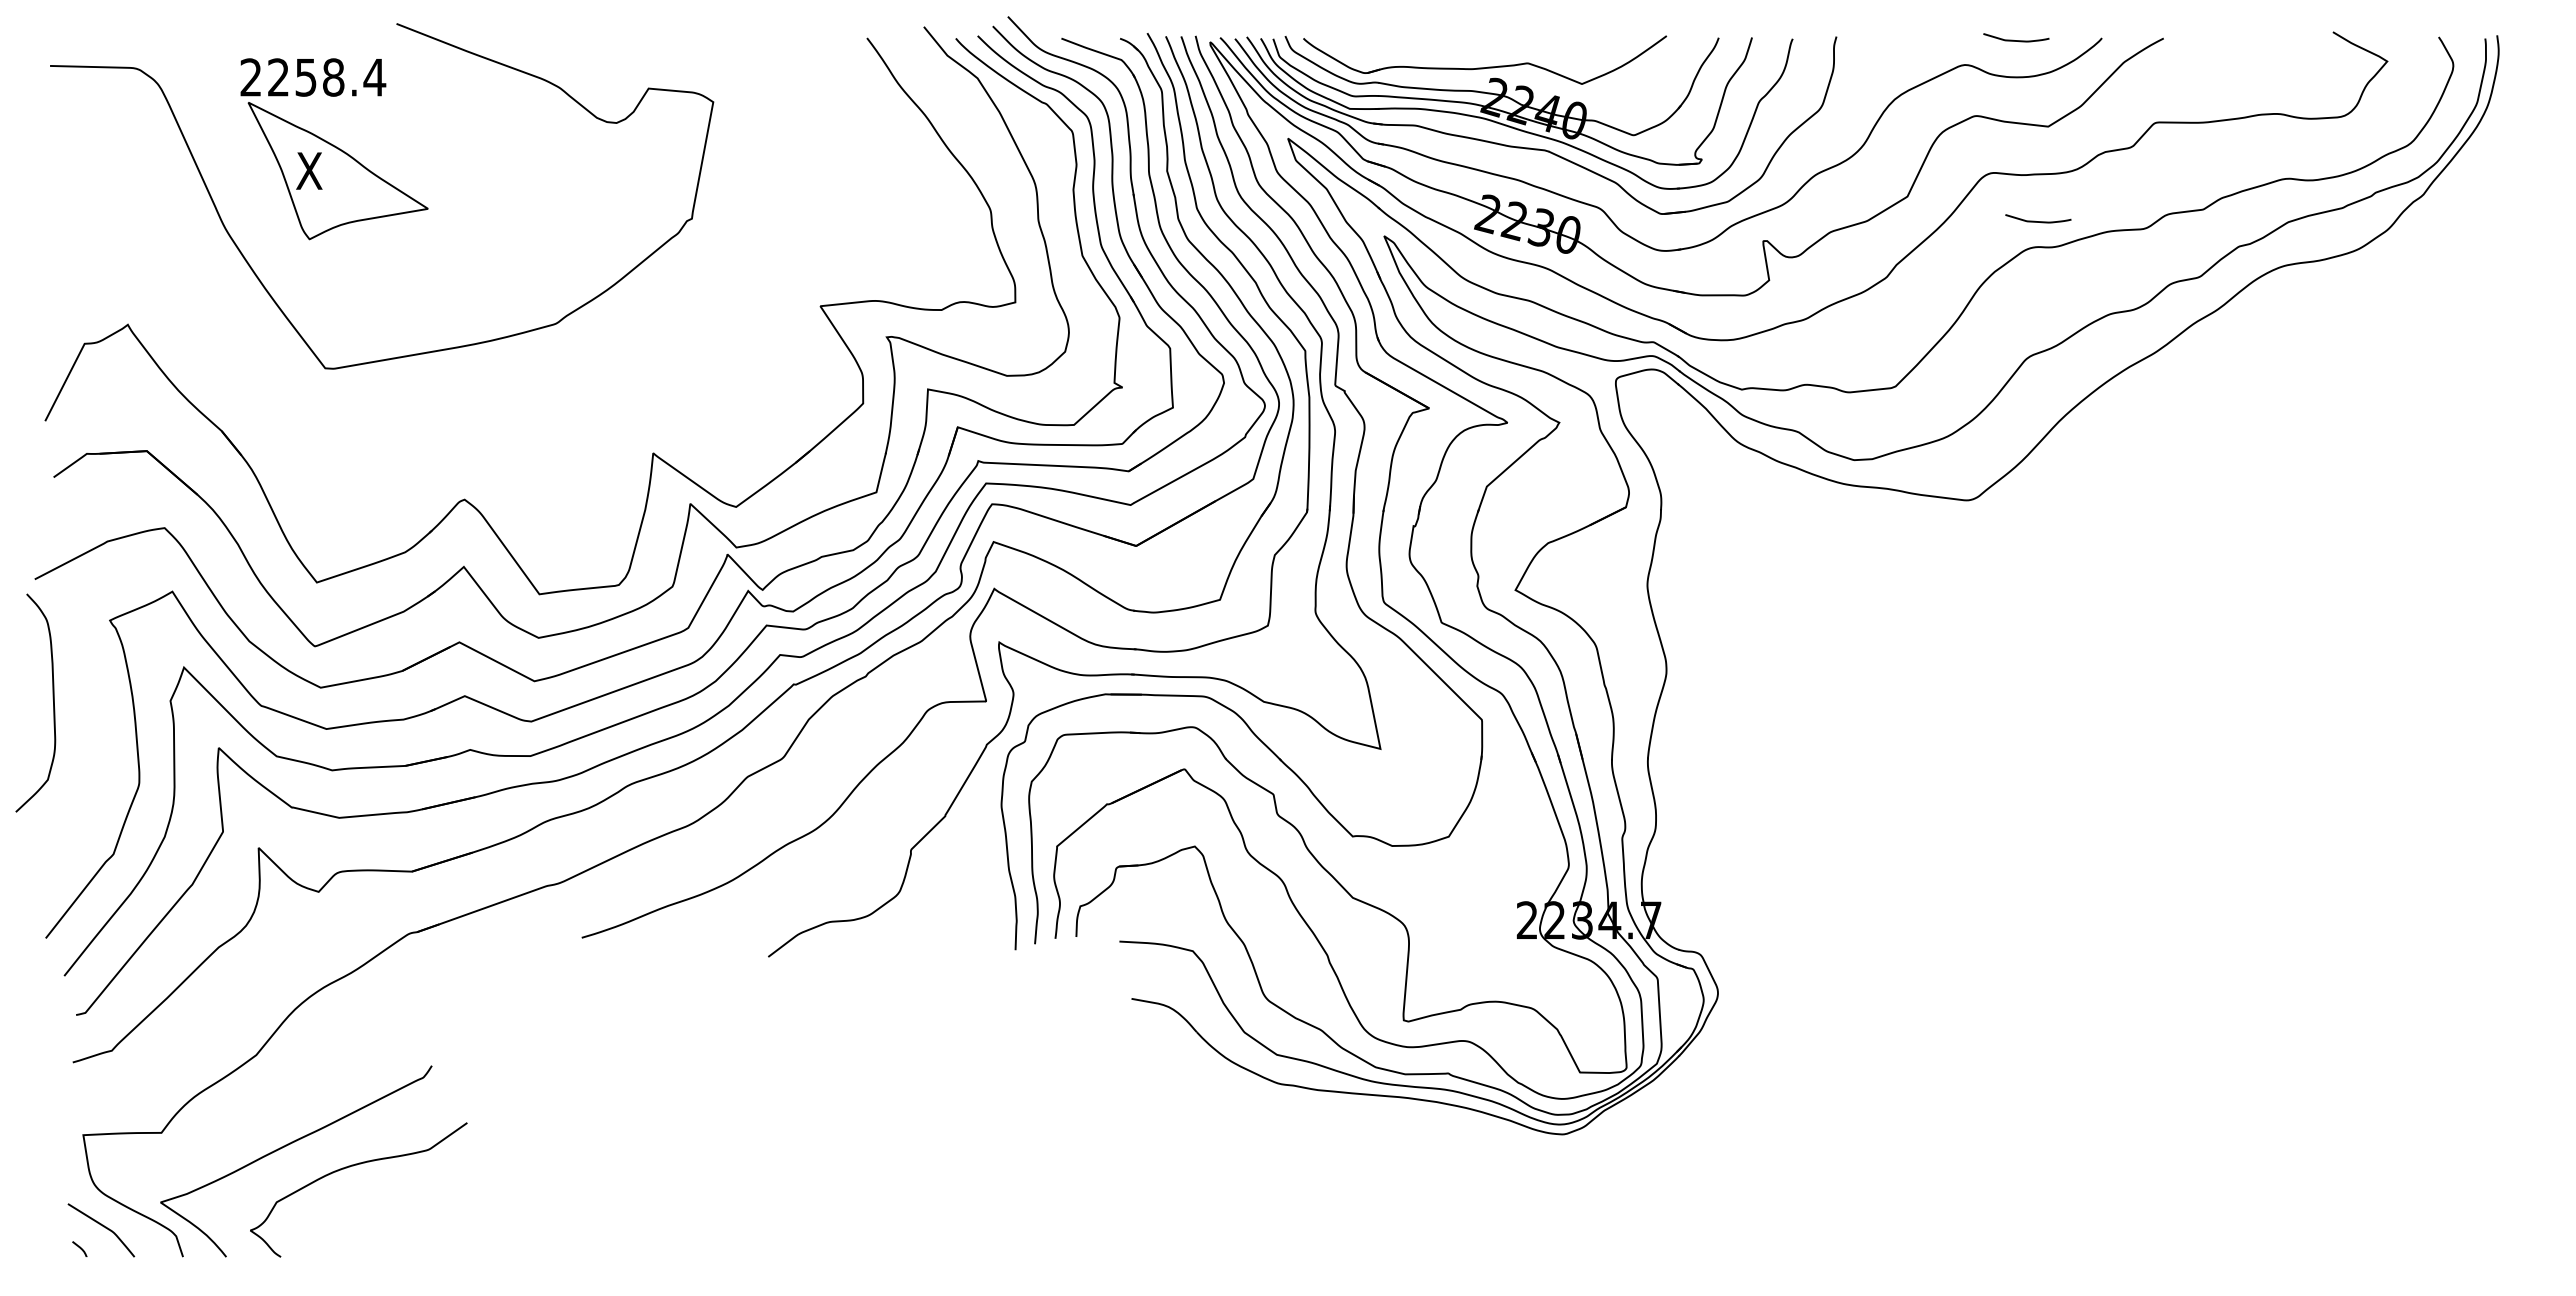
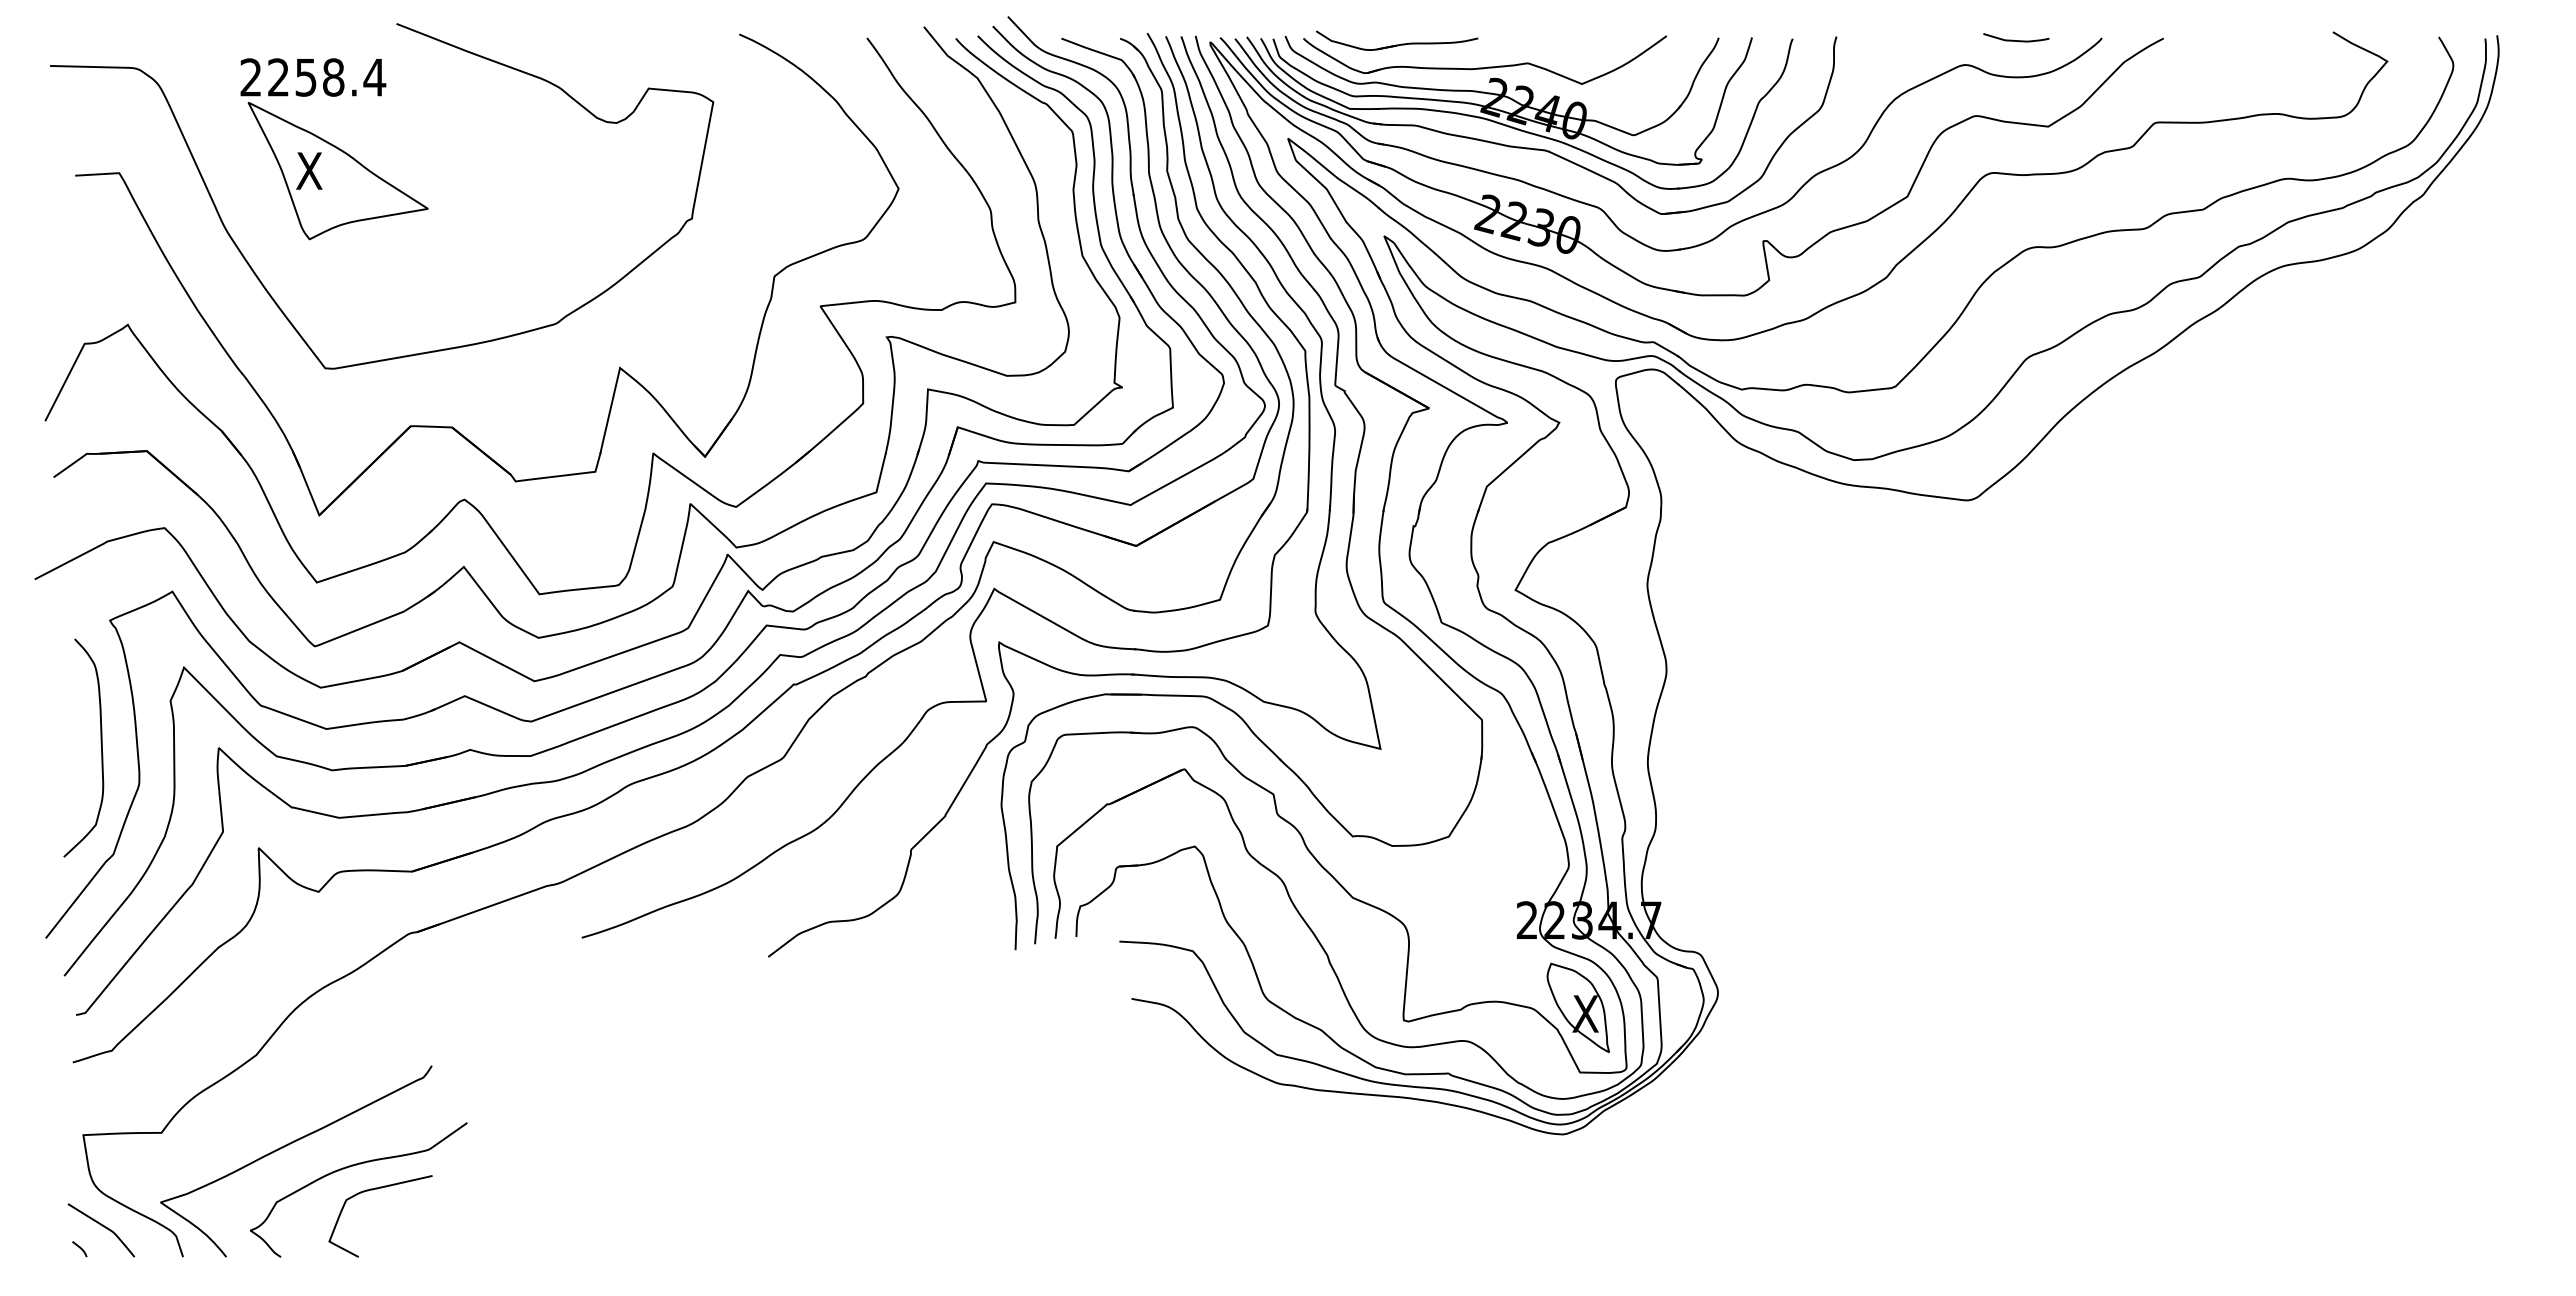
part at (1397, 40): none -> present
curve at (2038, 221): present -> none
part at (452, 426): none -> present
curve at (52, 699) position: (52, 699) -> (100, 744)
part at (1577, 1007): none -> present
curve at (377, 1189): none -> present
